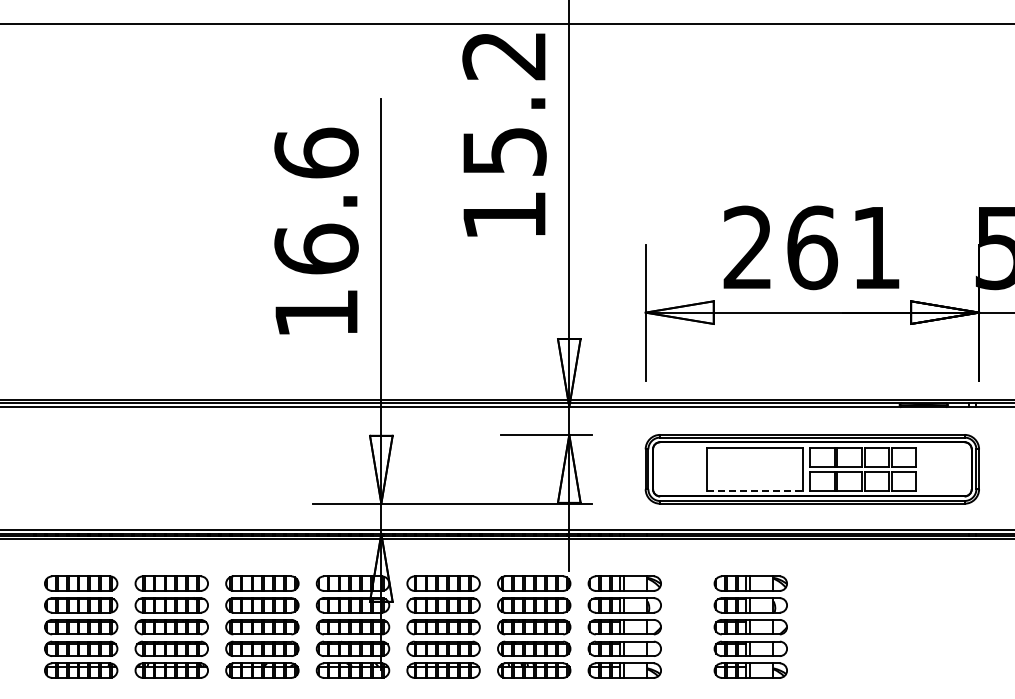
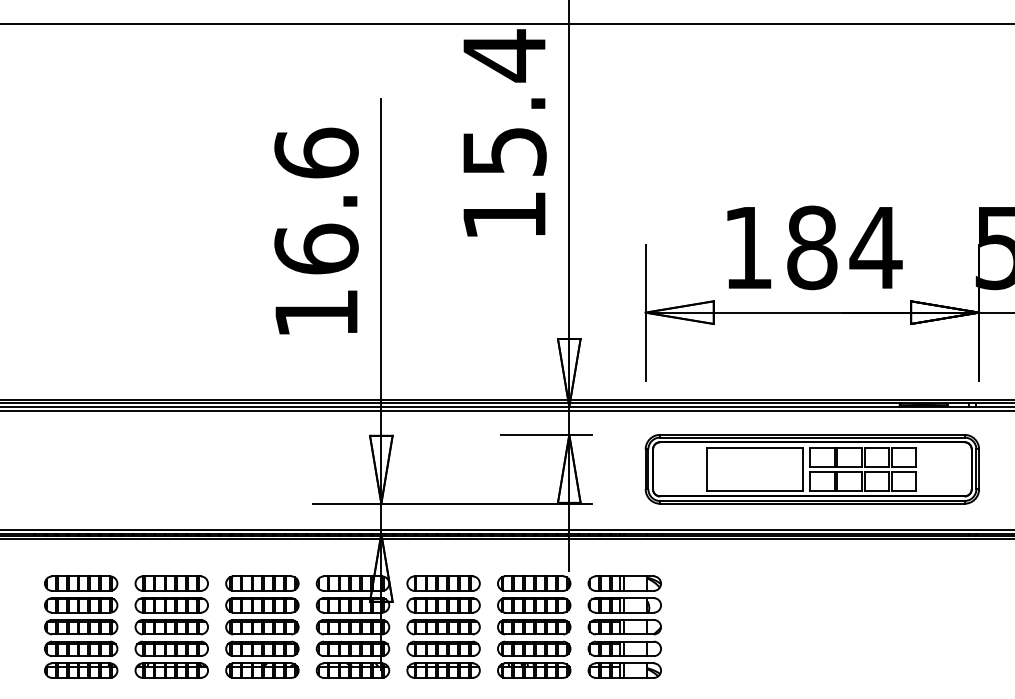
text at (503, 55): 15.2 -> 15.4
text at (812, 247): 261 -> 184
line at (506, 410): none -> present
line at (755, 491): dashed -> solid
part at (750, 626): present -> none
